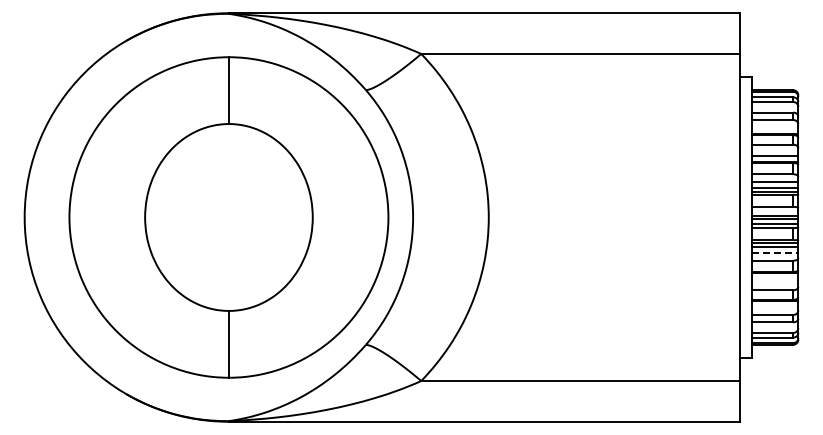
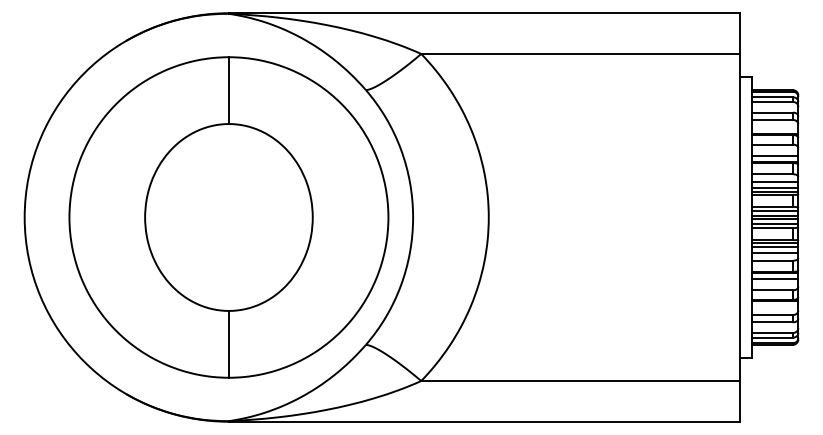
line at (775, 210): none -> present
line at (775, 252): dashed -> solid
line at (775, 279): none -> present
